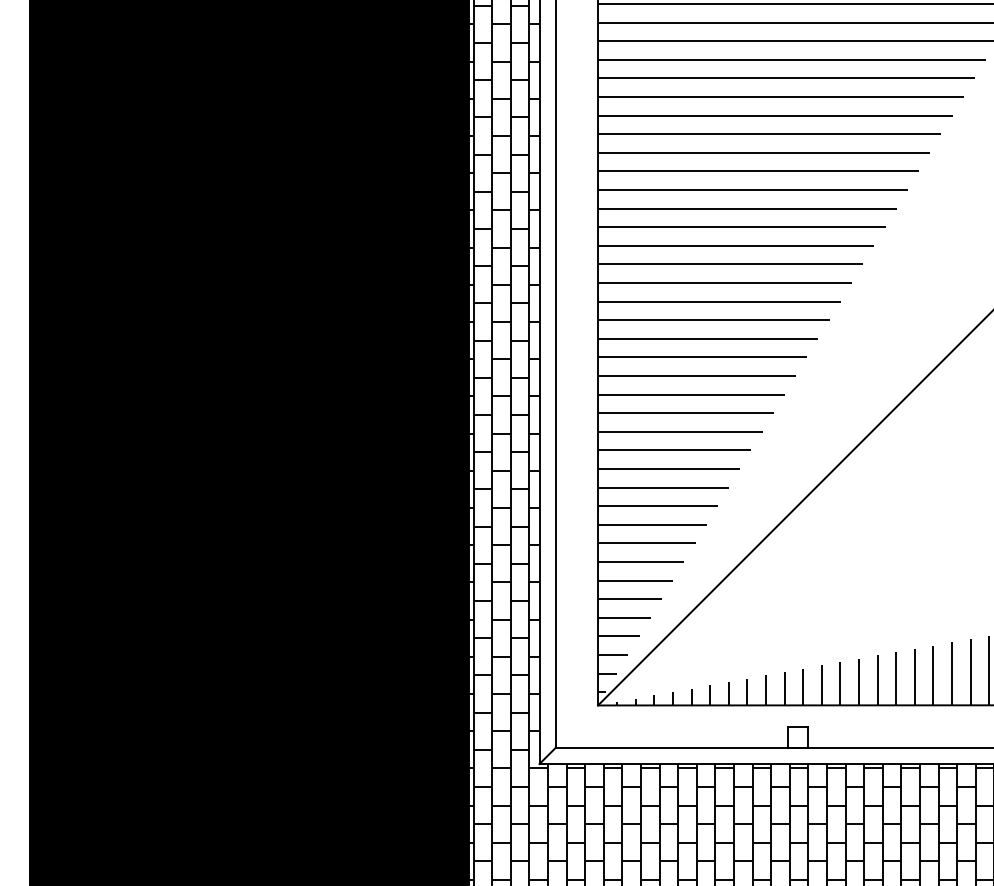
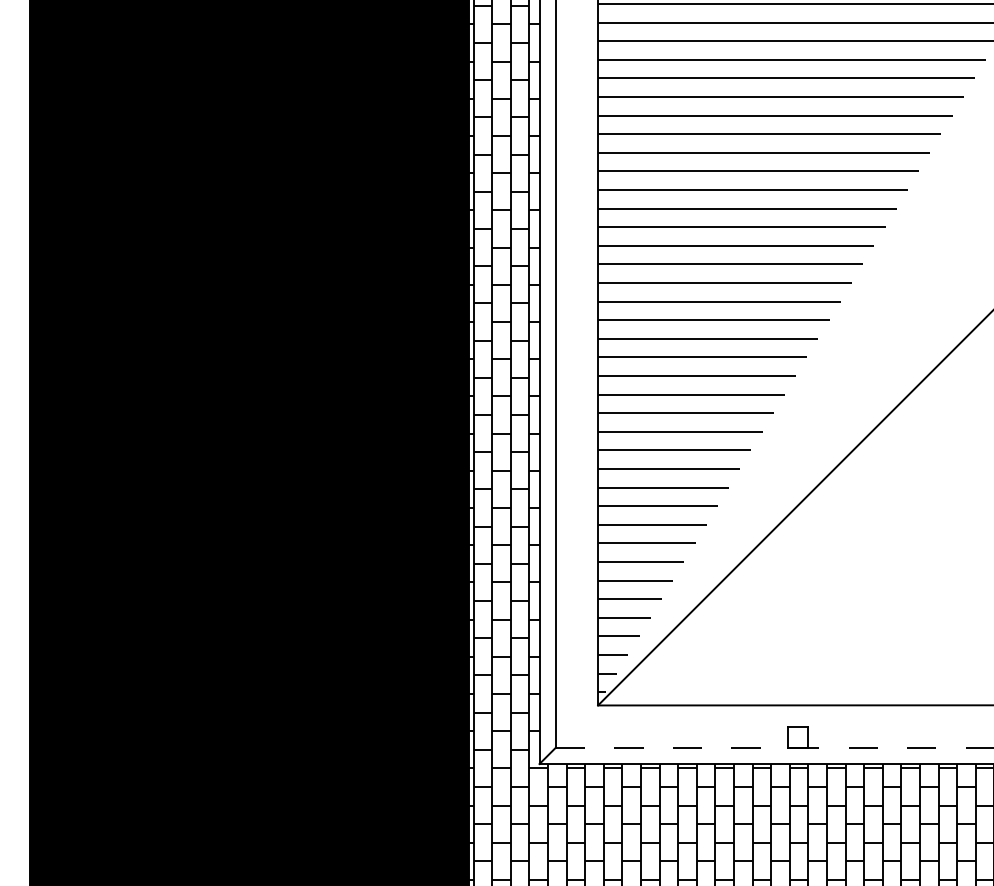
hatch at (793, 670): present -> none
line at (774, 747): solid -> dashed
